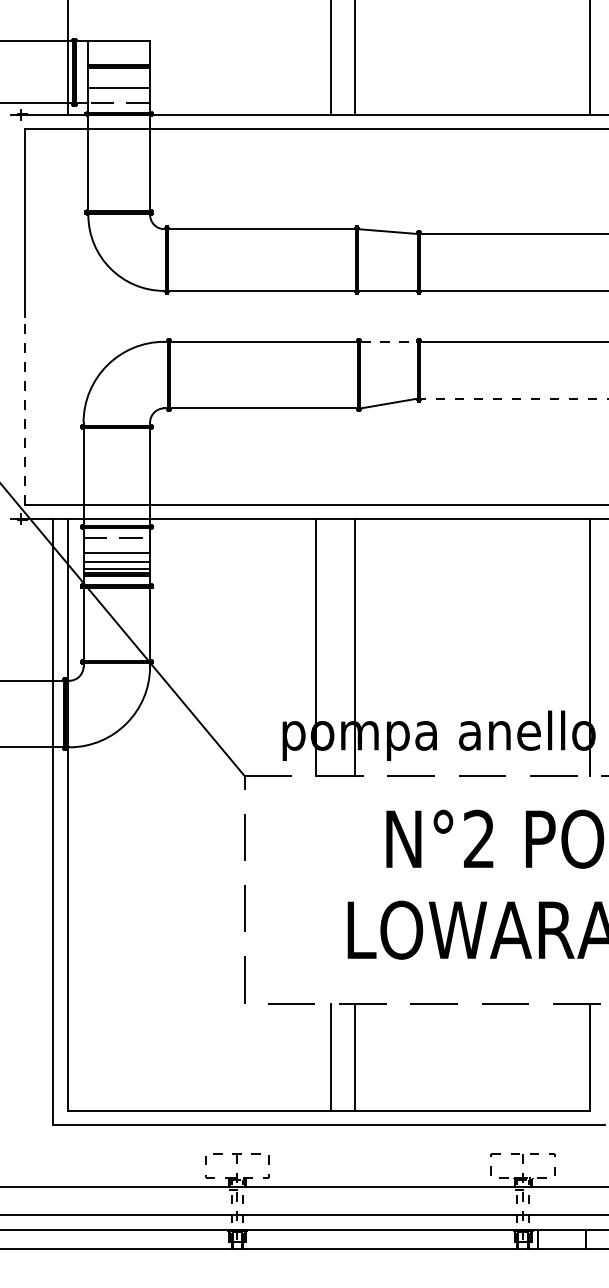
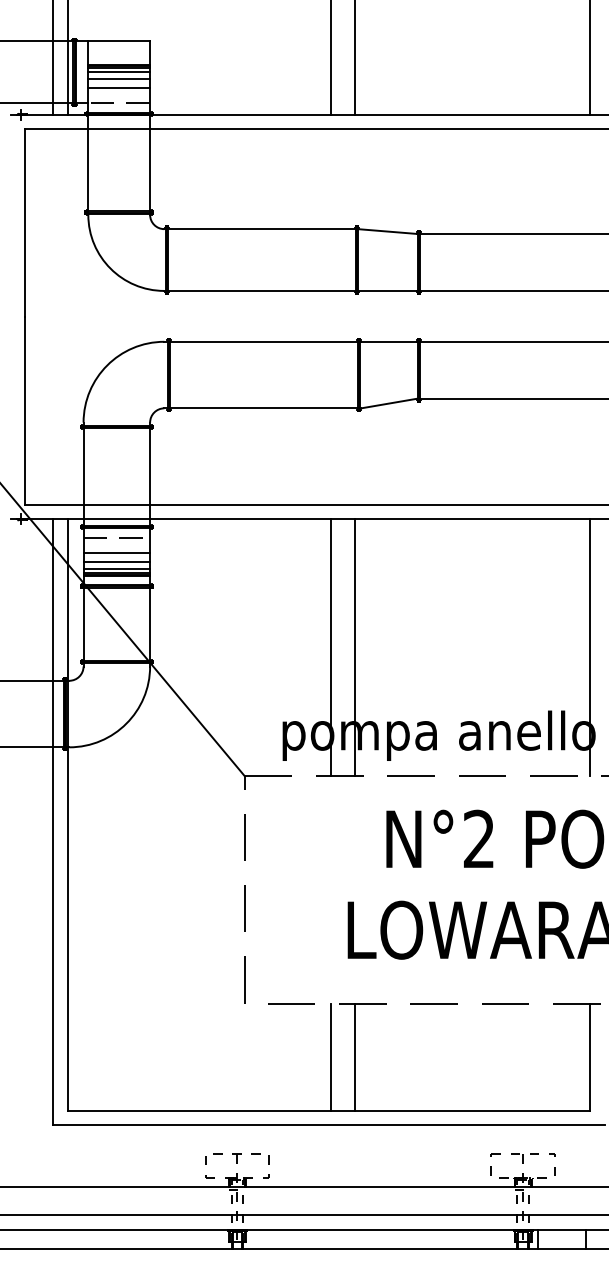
line at (53, 58): none -> present
line at (119, 72): none -> present
line at (119, 78): none -> present
line at (388, 341): dashed -> solid
line at (512, 398): dashed -> solid
line at (24, 410): dashed -> solid
line at (316, 647) position: (316, 647) -> (331, 647)
